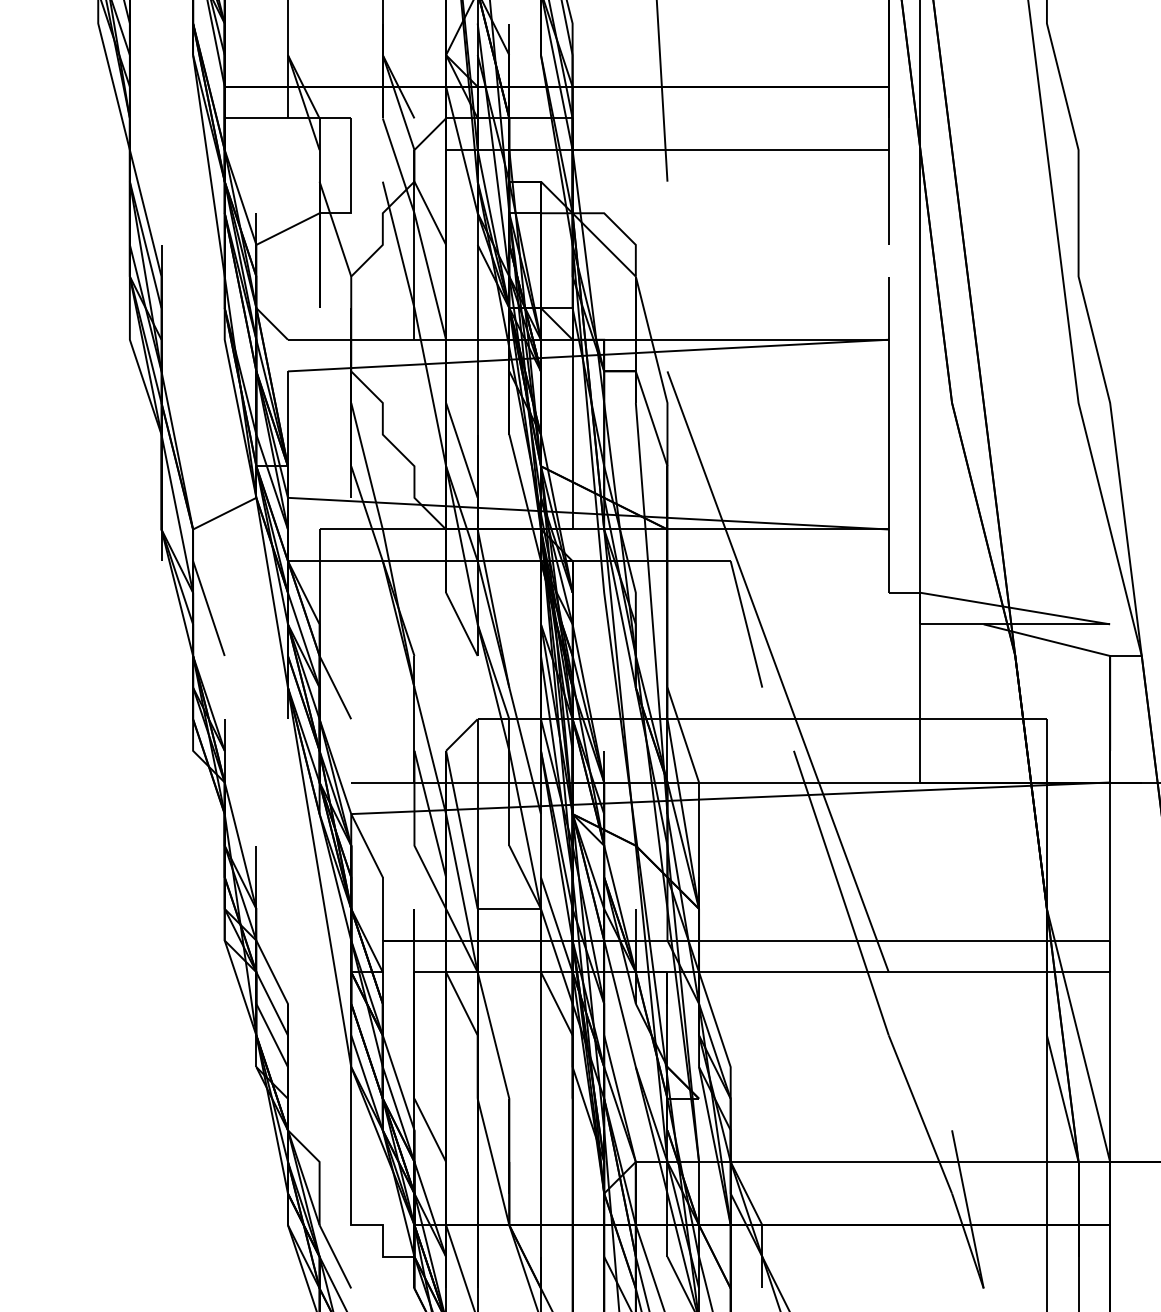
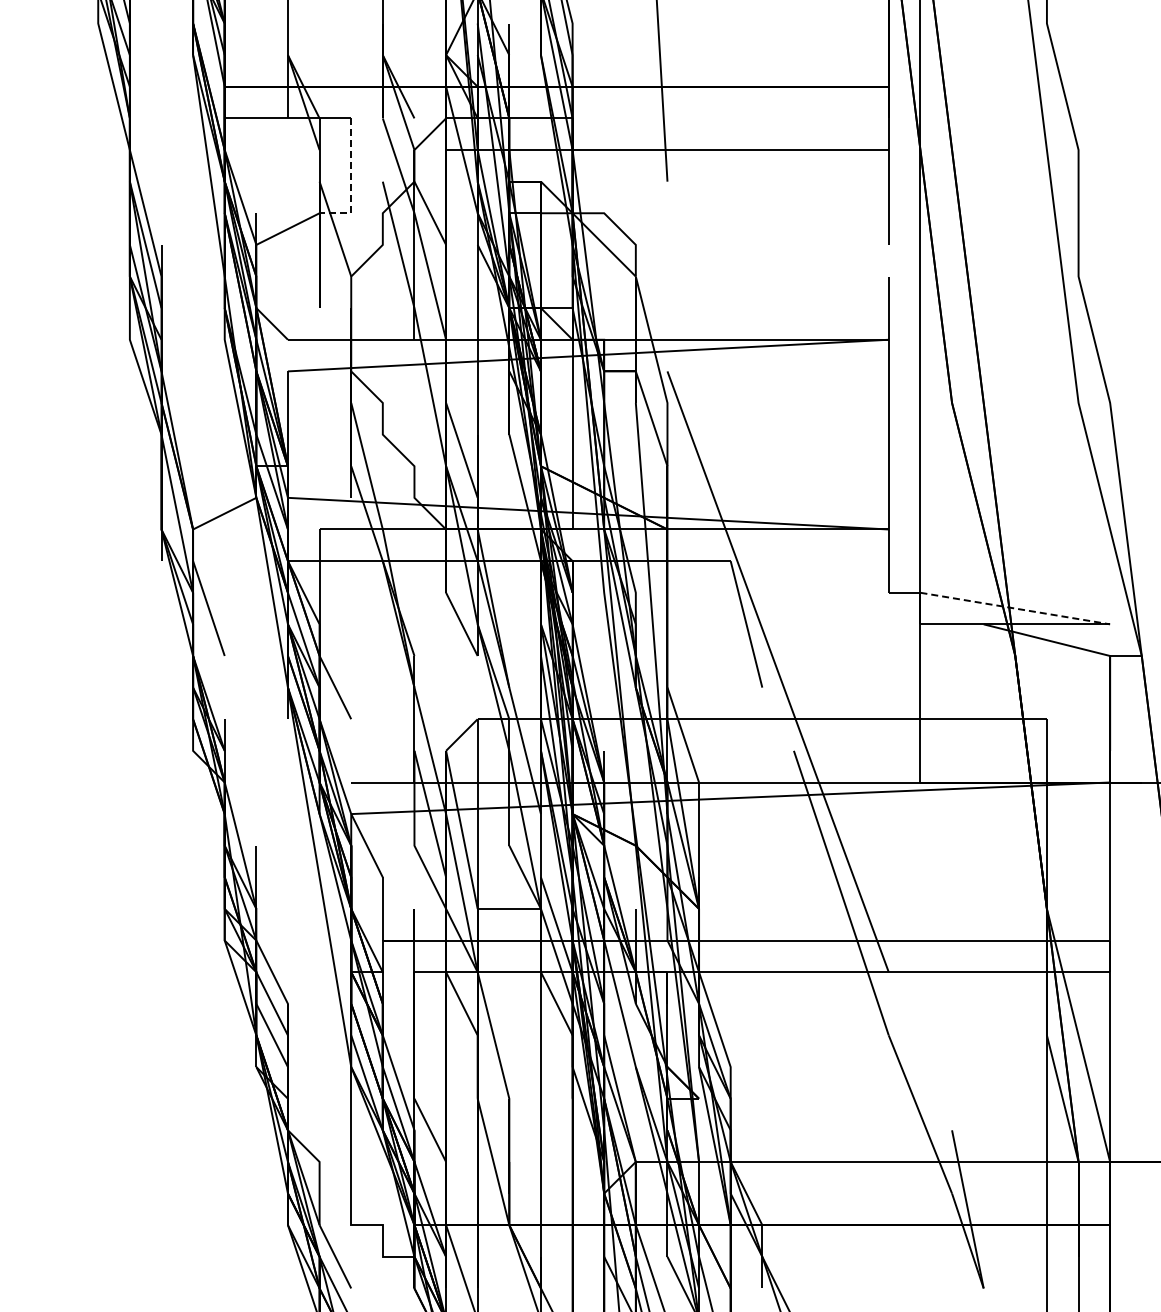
line at (351, 181): solid -> dashed
line at (1015, 608): solid -> dashed
